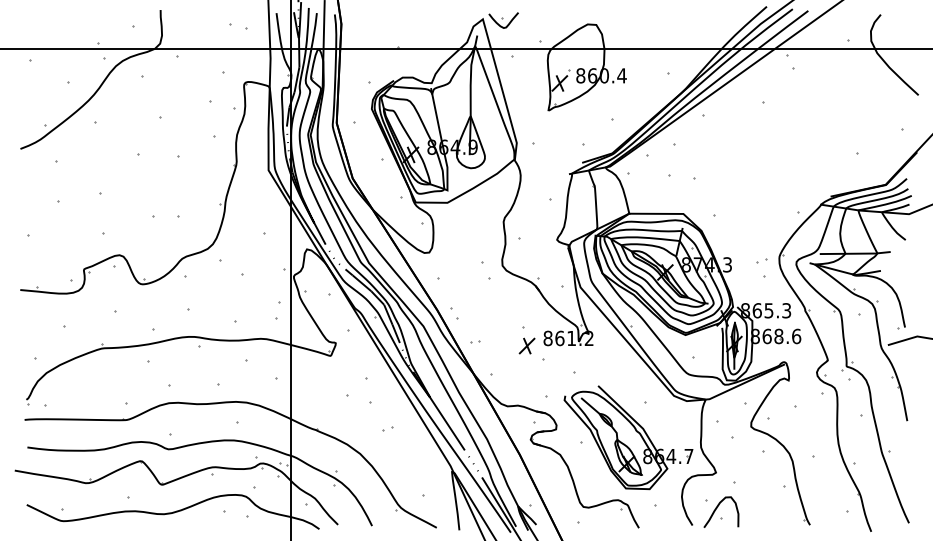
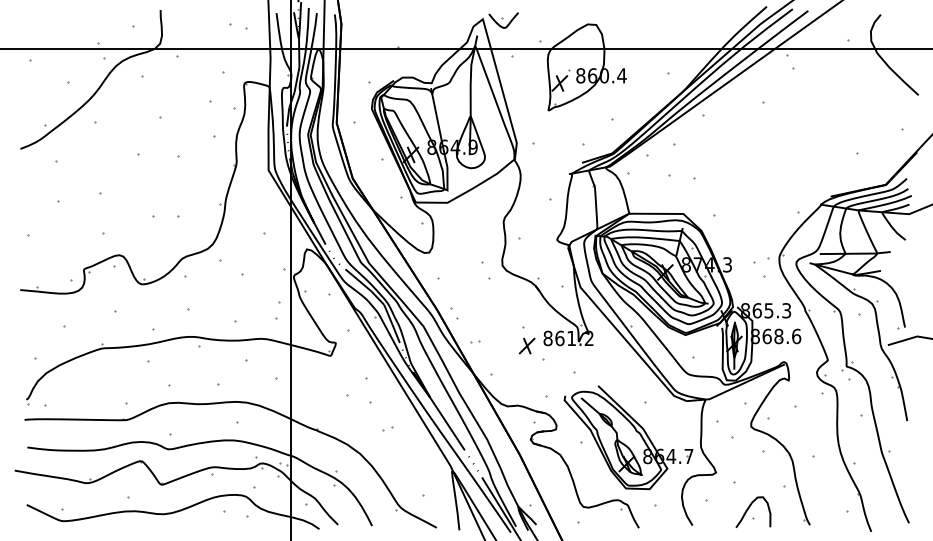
part at (761, 260) size: 12x6 px -> 17x7 px
part at (721, 511) position: (721, 511) -> (753, 511)
